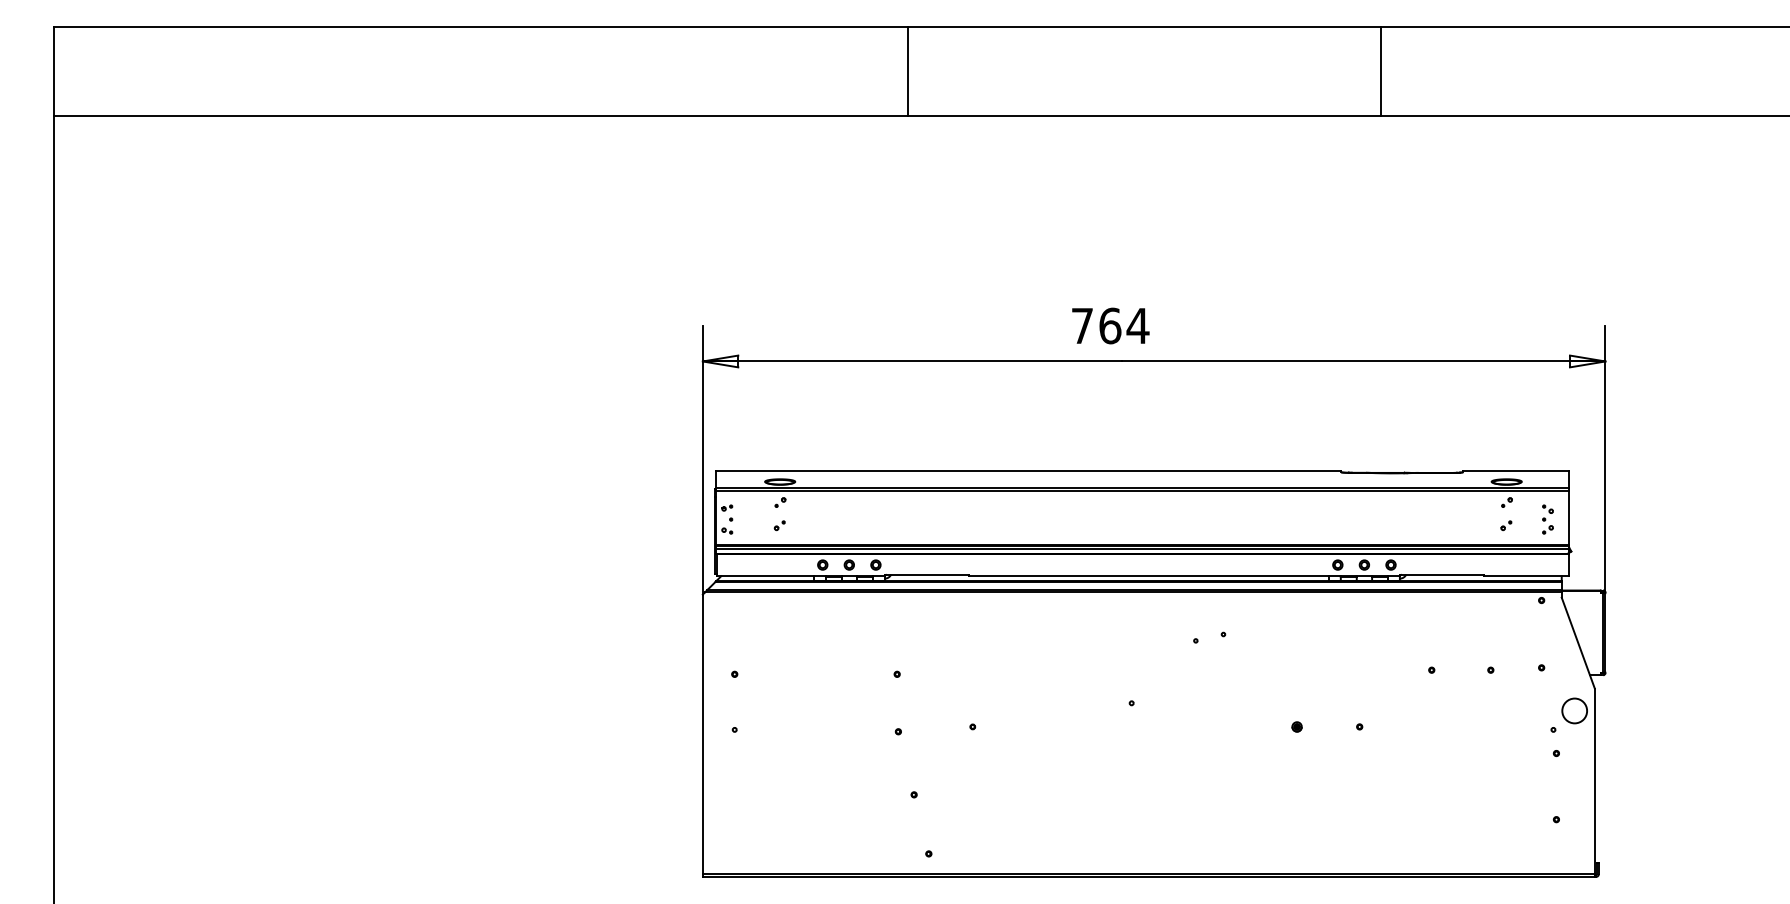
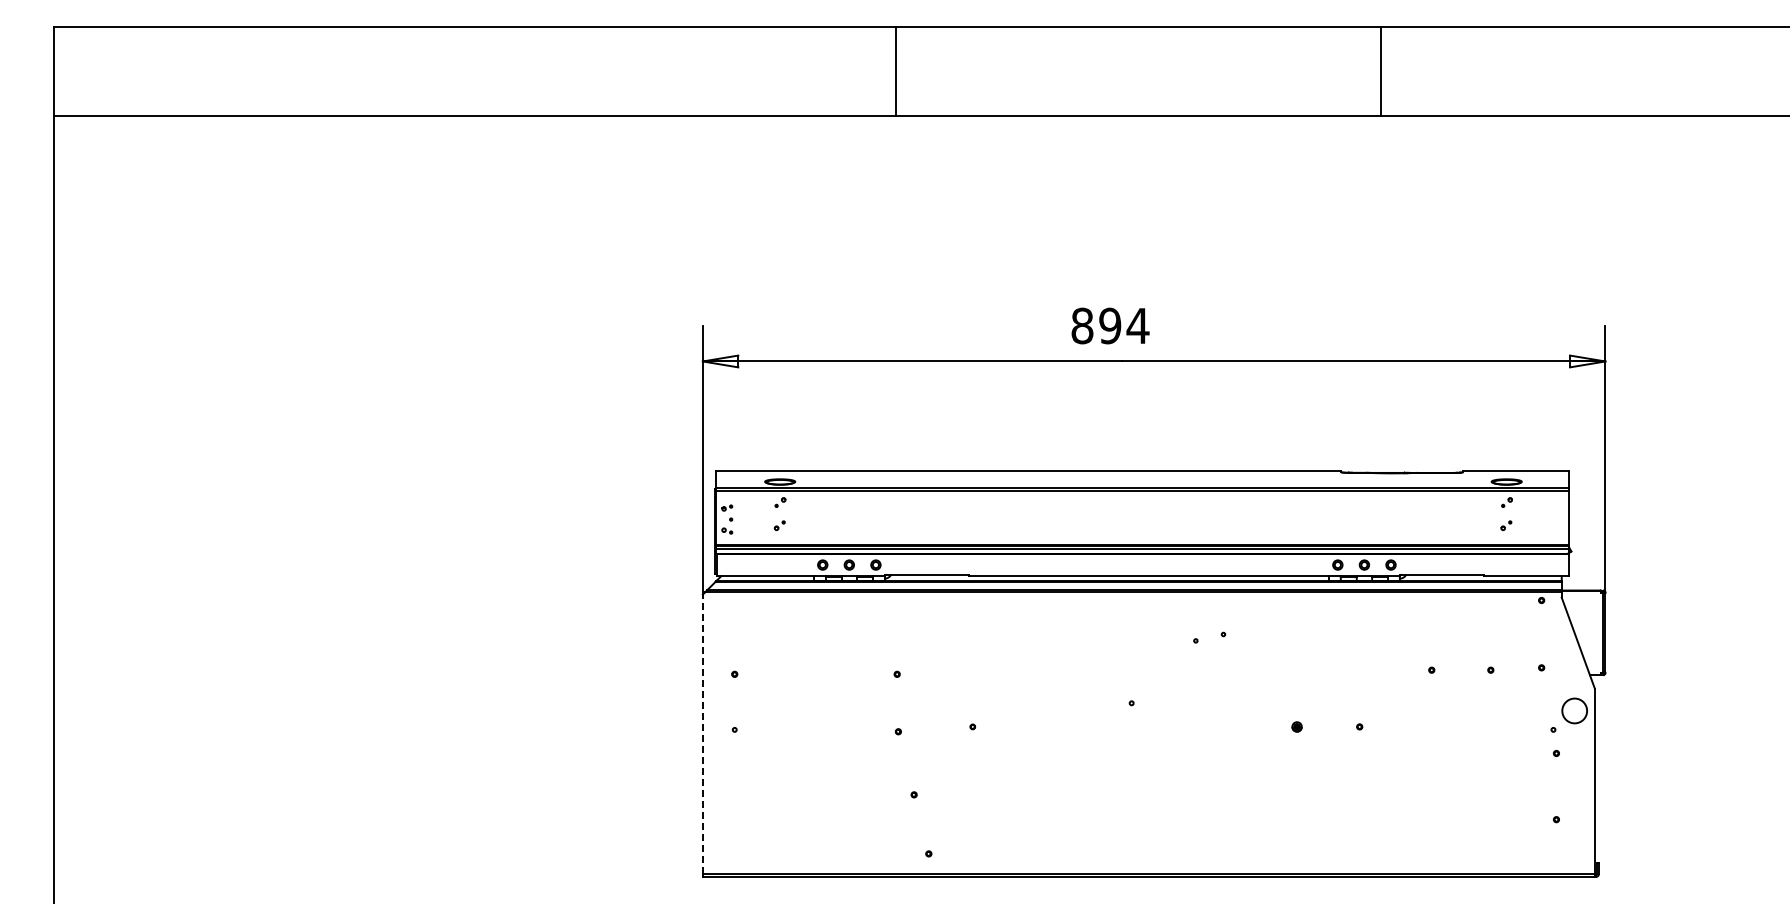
line at (908, 71) position: (908, 71) -> (896, 71)
text at (1096, 325): 764 -> 894
part at (1547, 519): present -> none
line at (702, 734): solid -> dashed
